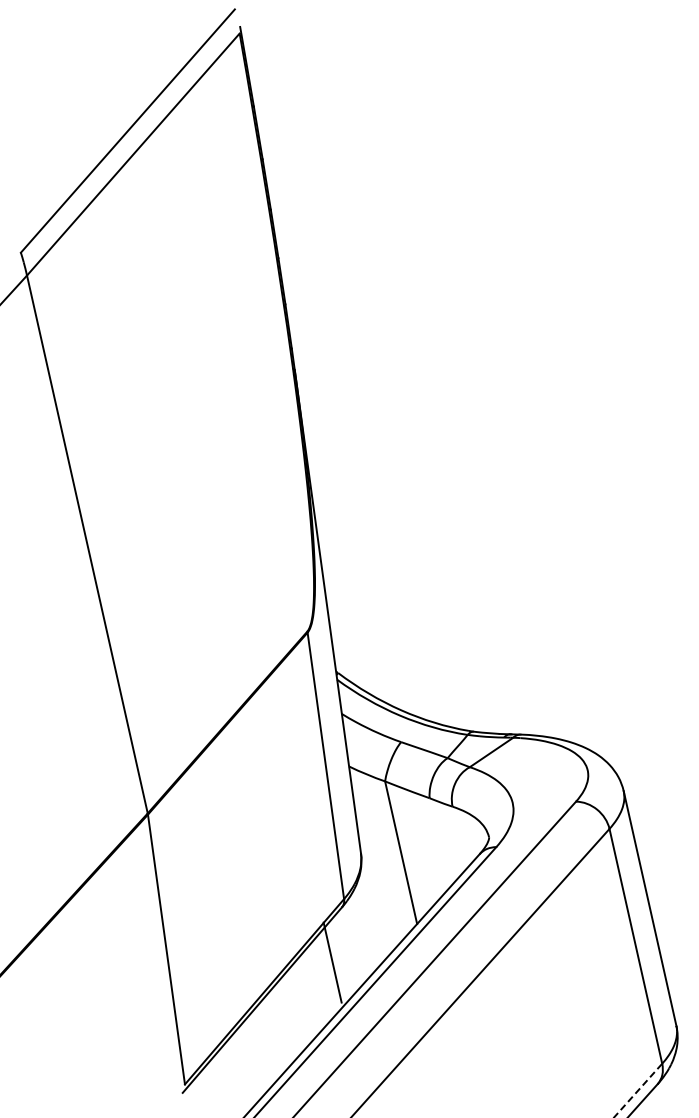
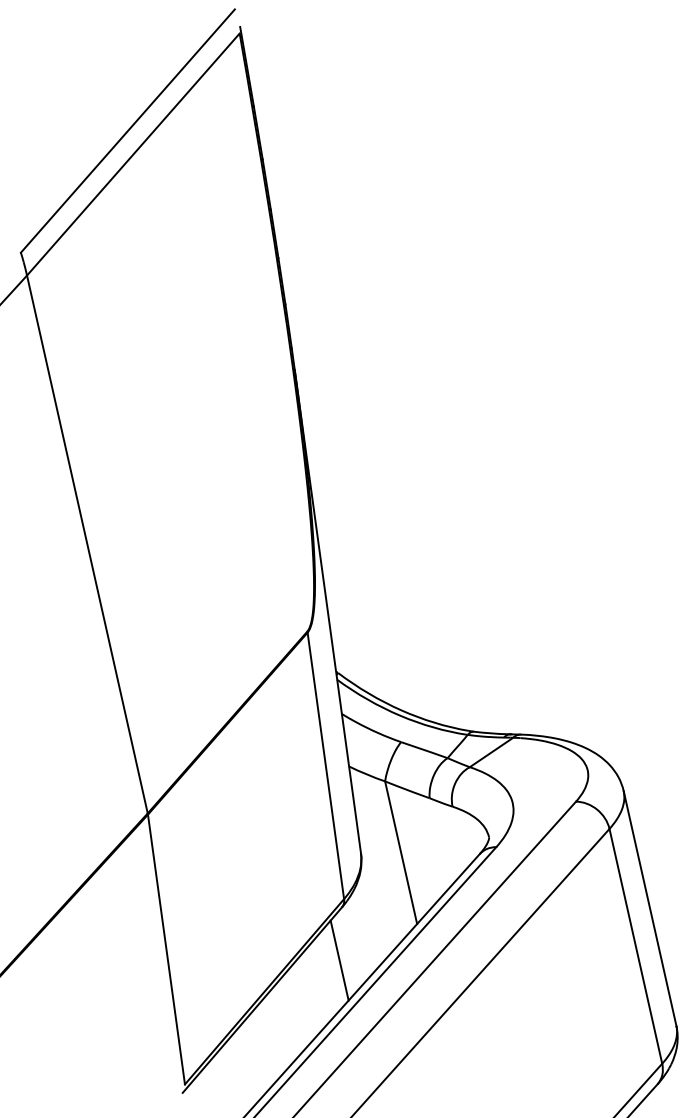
line at (332, 962) position: (332, 962) -> (339, 960)
line at (638, 1090): dashed -> solid
